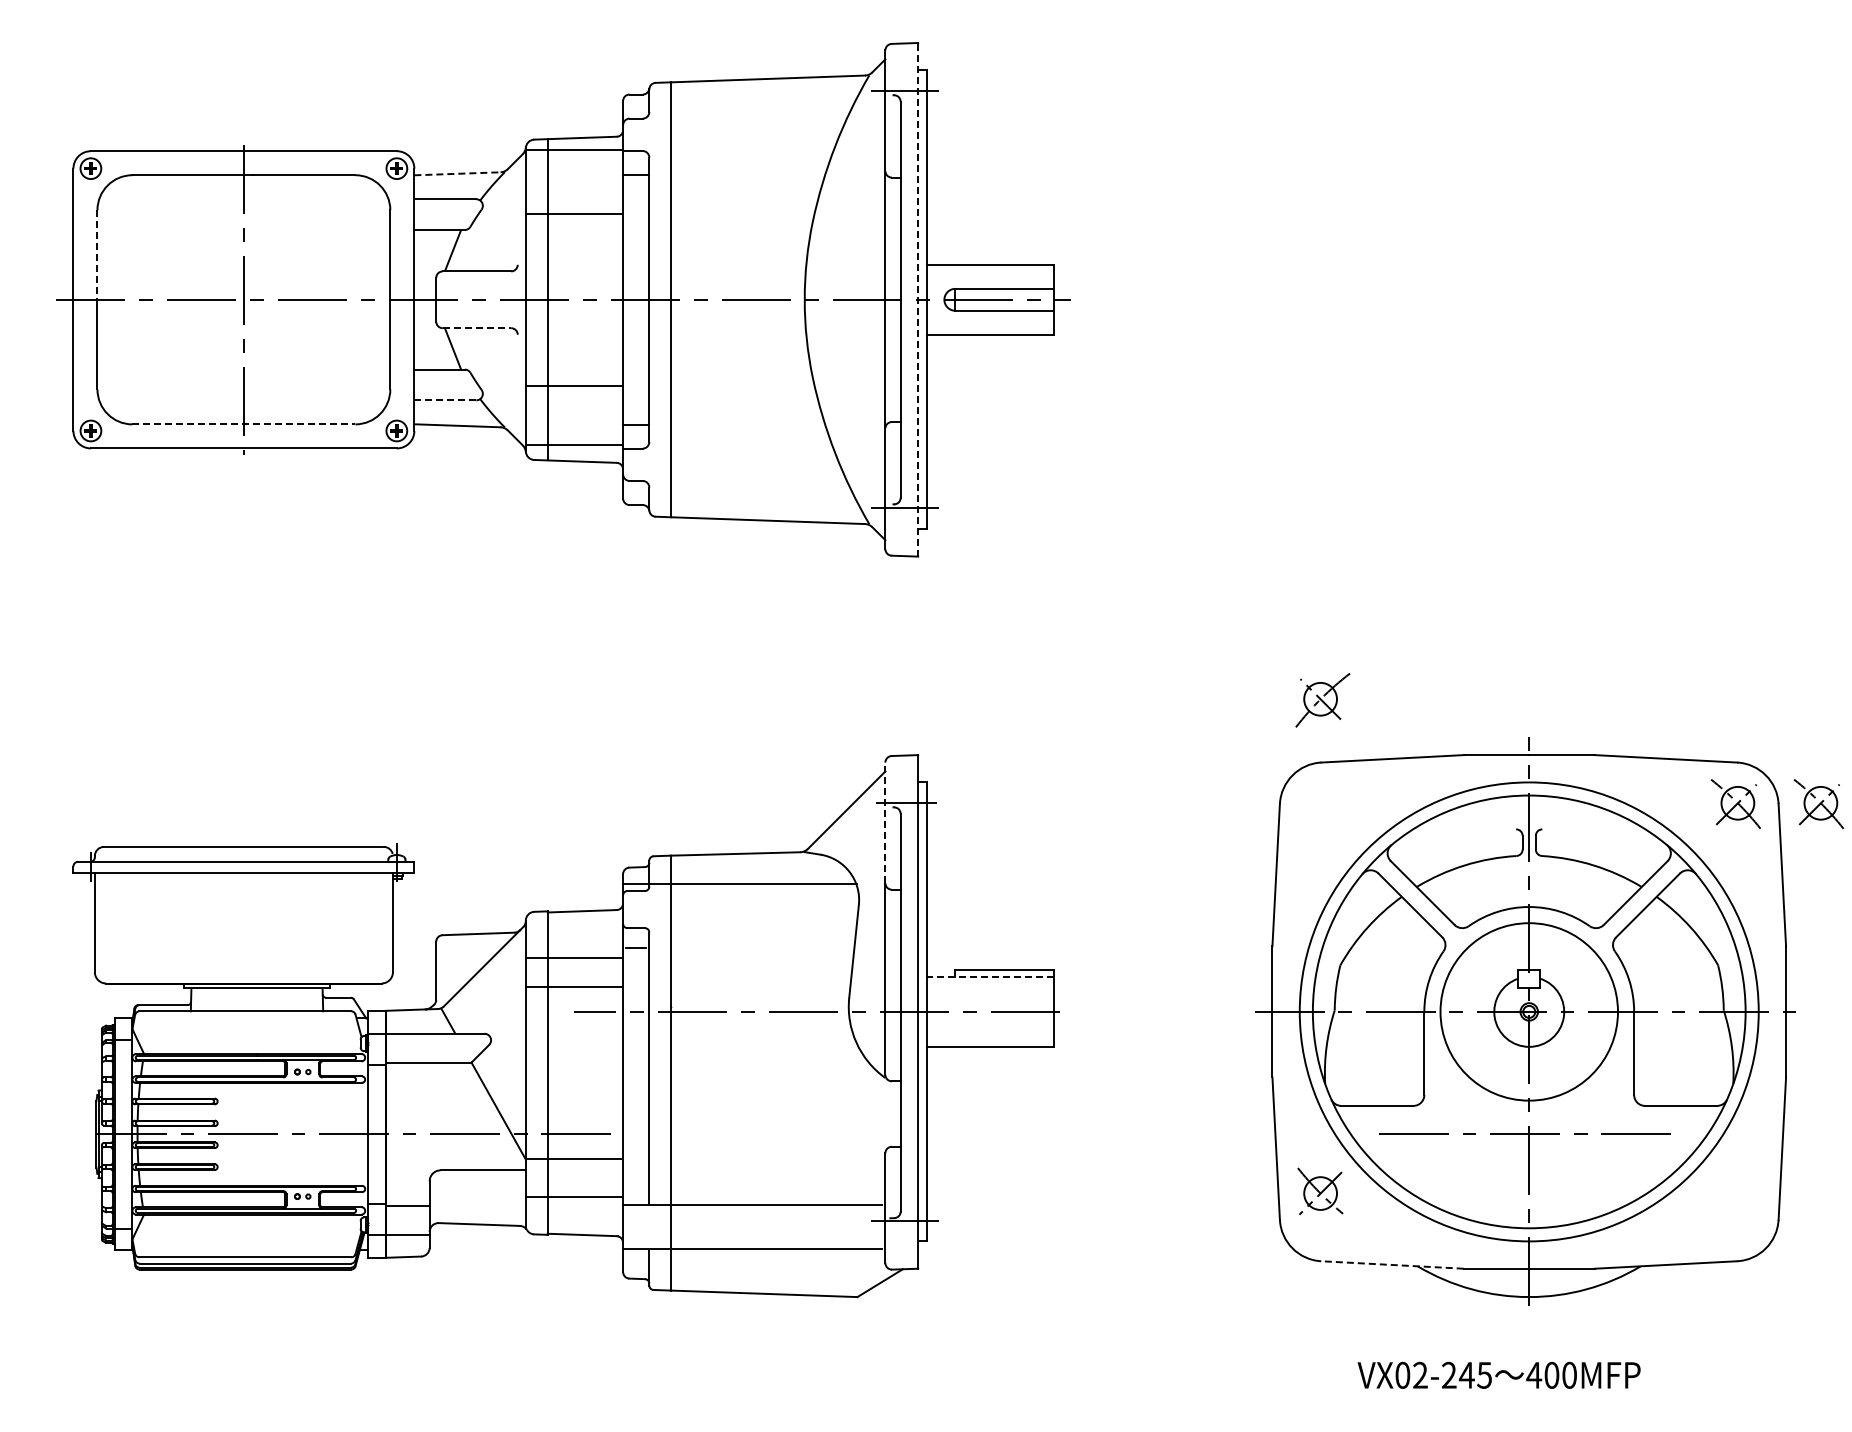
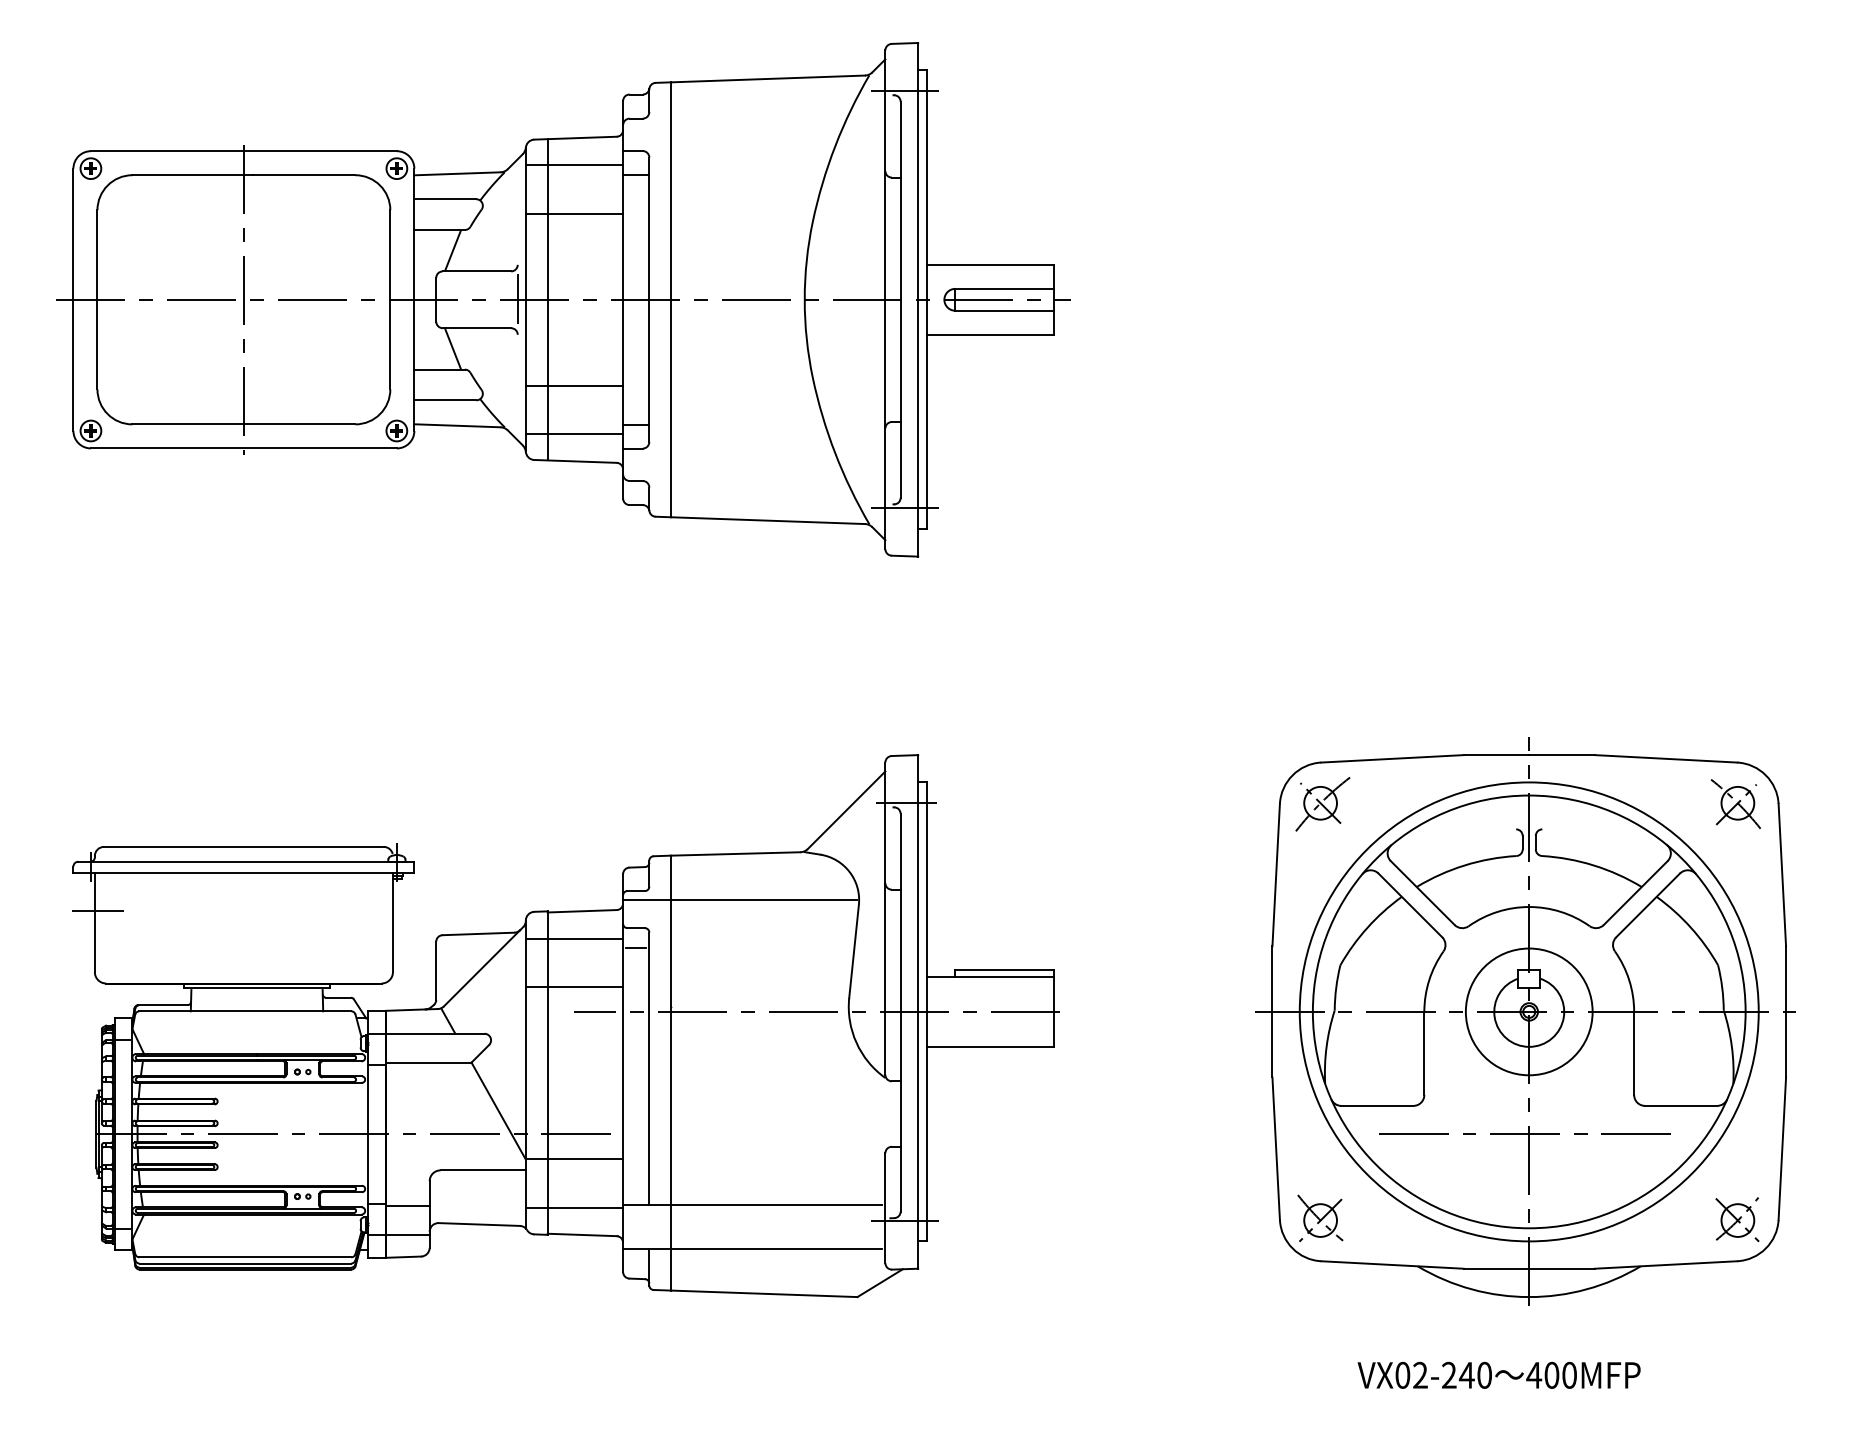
line at (574, 150) position: (574, 150) -> (574, 165)
line at (457, 173): dashed -> solid
line at (97, 255): dashed -> solid
line at (517, 299): none -> present
line at (918, 299): dashed -> solid
line at (477, 328): dashed -> solid
line at (445, 400): dashed -> solid
line at (244, 424): dashed -> solid
line at (574, 445) position: (574, 445) -> (574, 434)
part at (1322, 700) position: (1322, 700) -> (1322, 804)
part at (1818, 803): present -> none
line at (885, 822): dashed -> solid
line at (739, 884) position: (739, 884) -> (739, 900)
line at (98, 911): none -> present
line at (574, 957) position: (574, 957) -> (574, 938)
line at (989, 976): dashed -> solid
circle at (1528, 1011) diameter: 177 px -> 127 px
part at (1320, 1191) position: (1320, 1191) -> (1320, 1218)
line at (574, 1196) position: (574, 1196) -> (574, 1207)
part at (1737, 1219): none -> present
line at (1391, 1264): dashed -> solid
text at (1484, 1374): VX02-245 -> VX02-240
